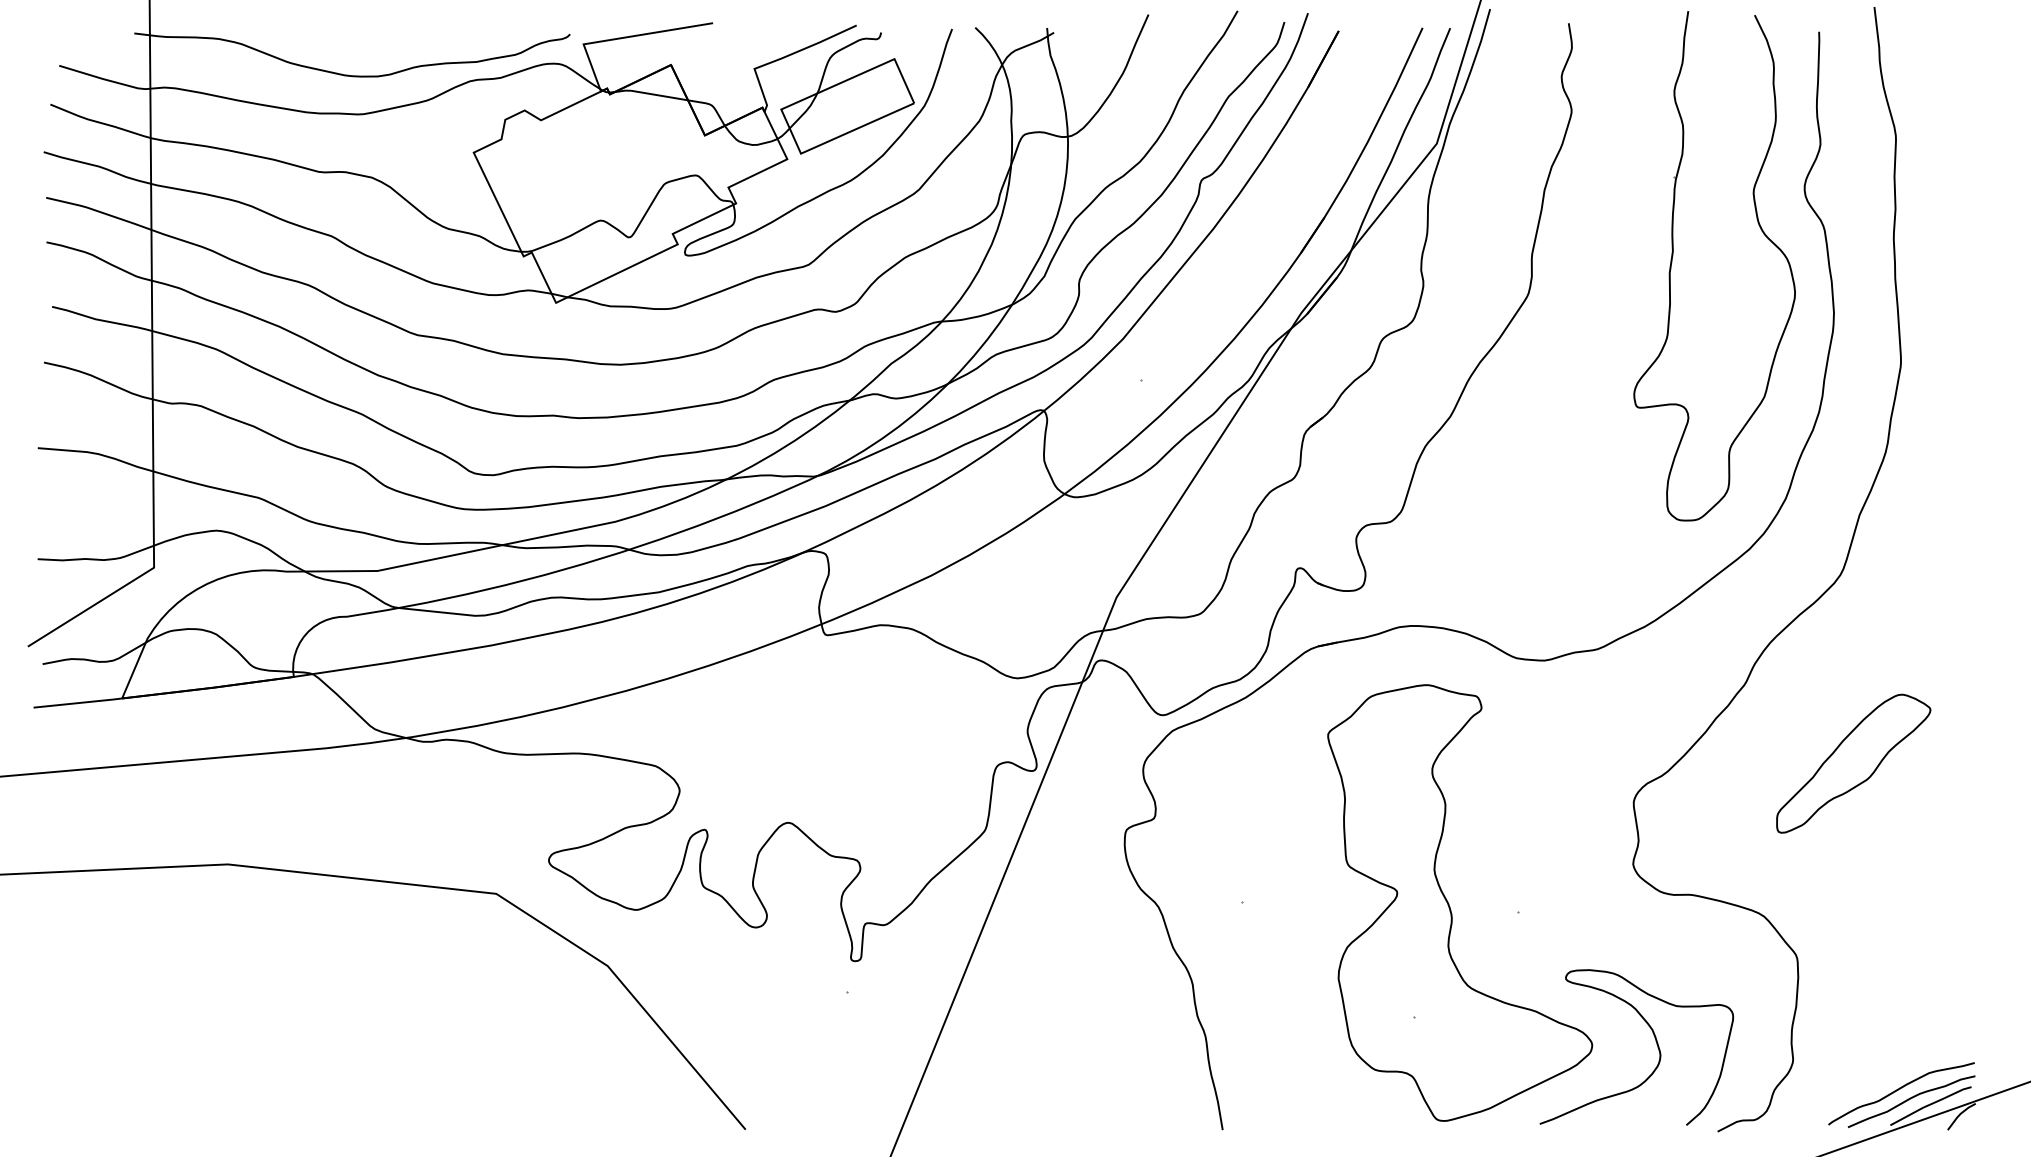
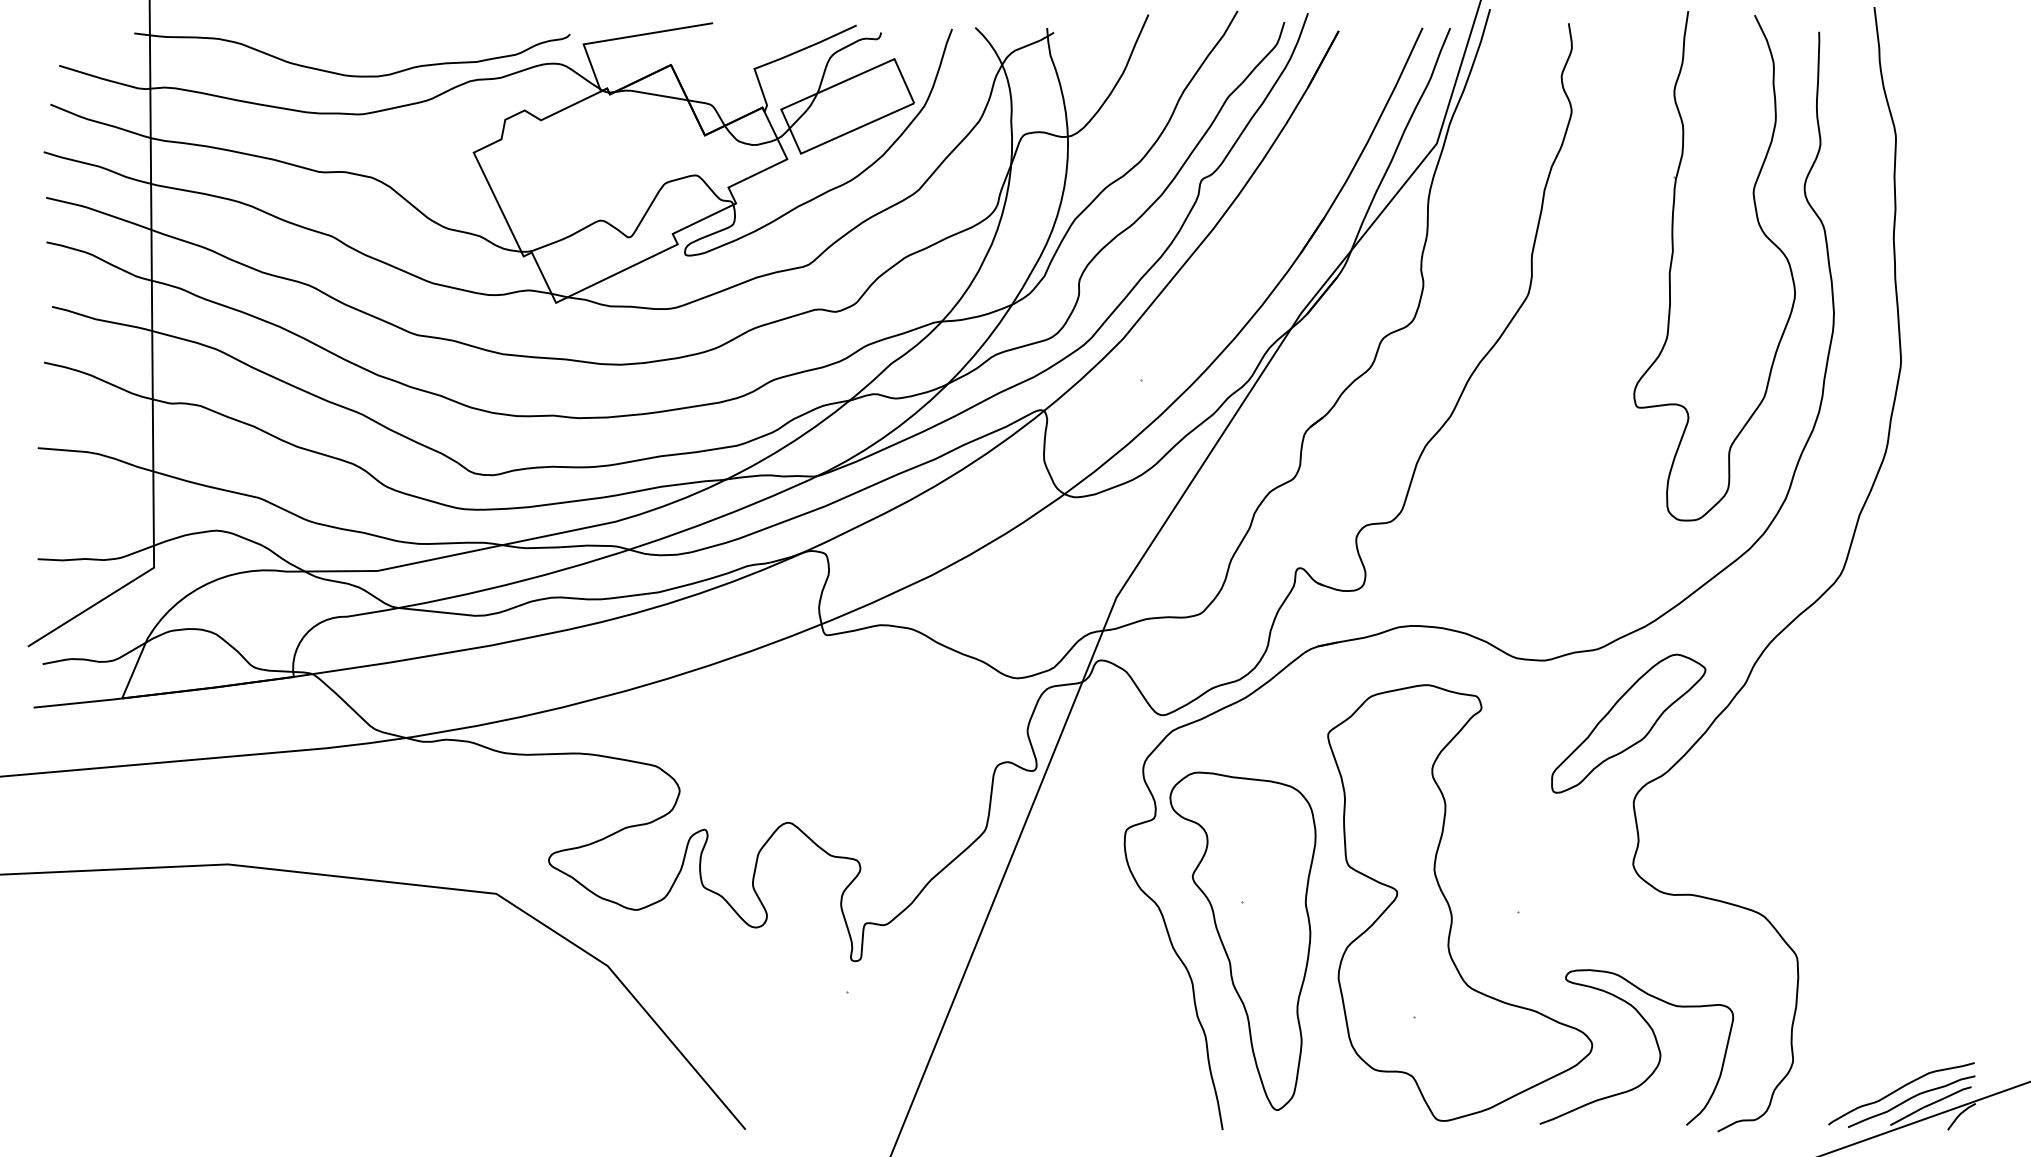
part at (1853, 763) position: (1853, 763) -> (1628, 723)
part at (1242, 940): none -> present
